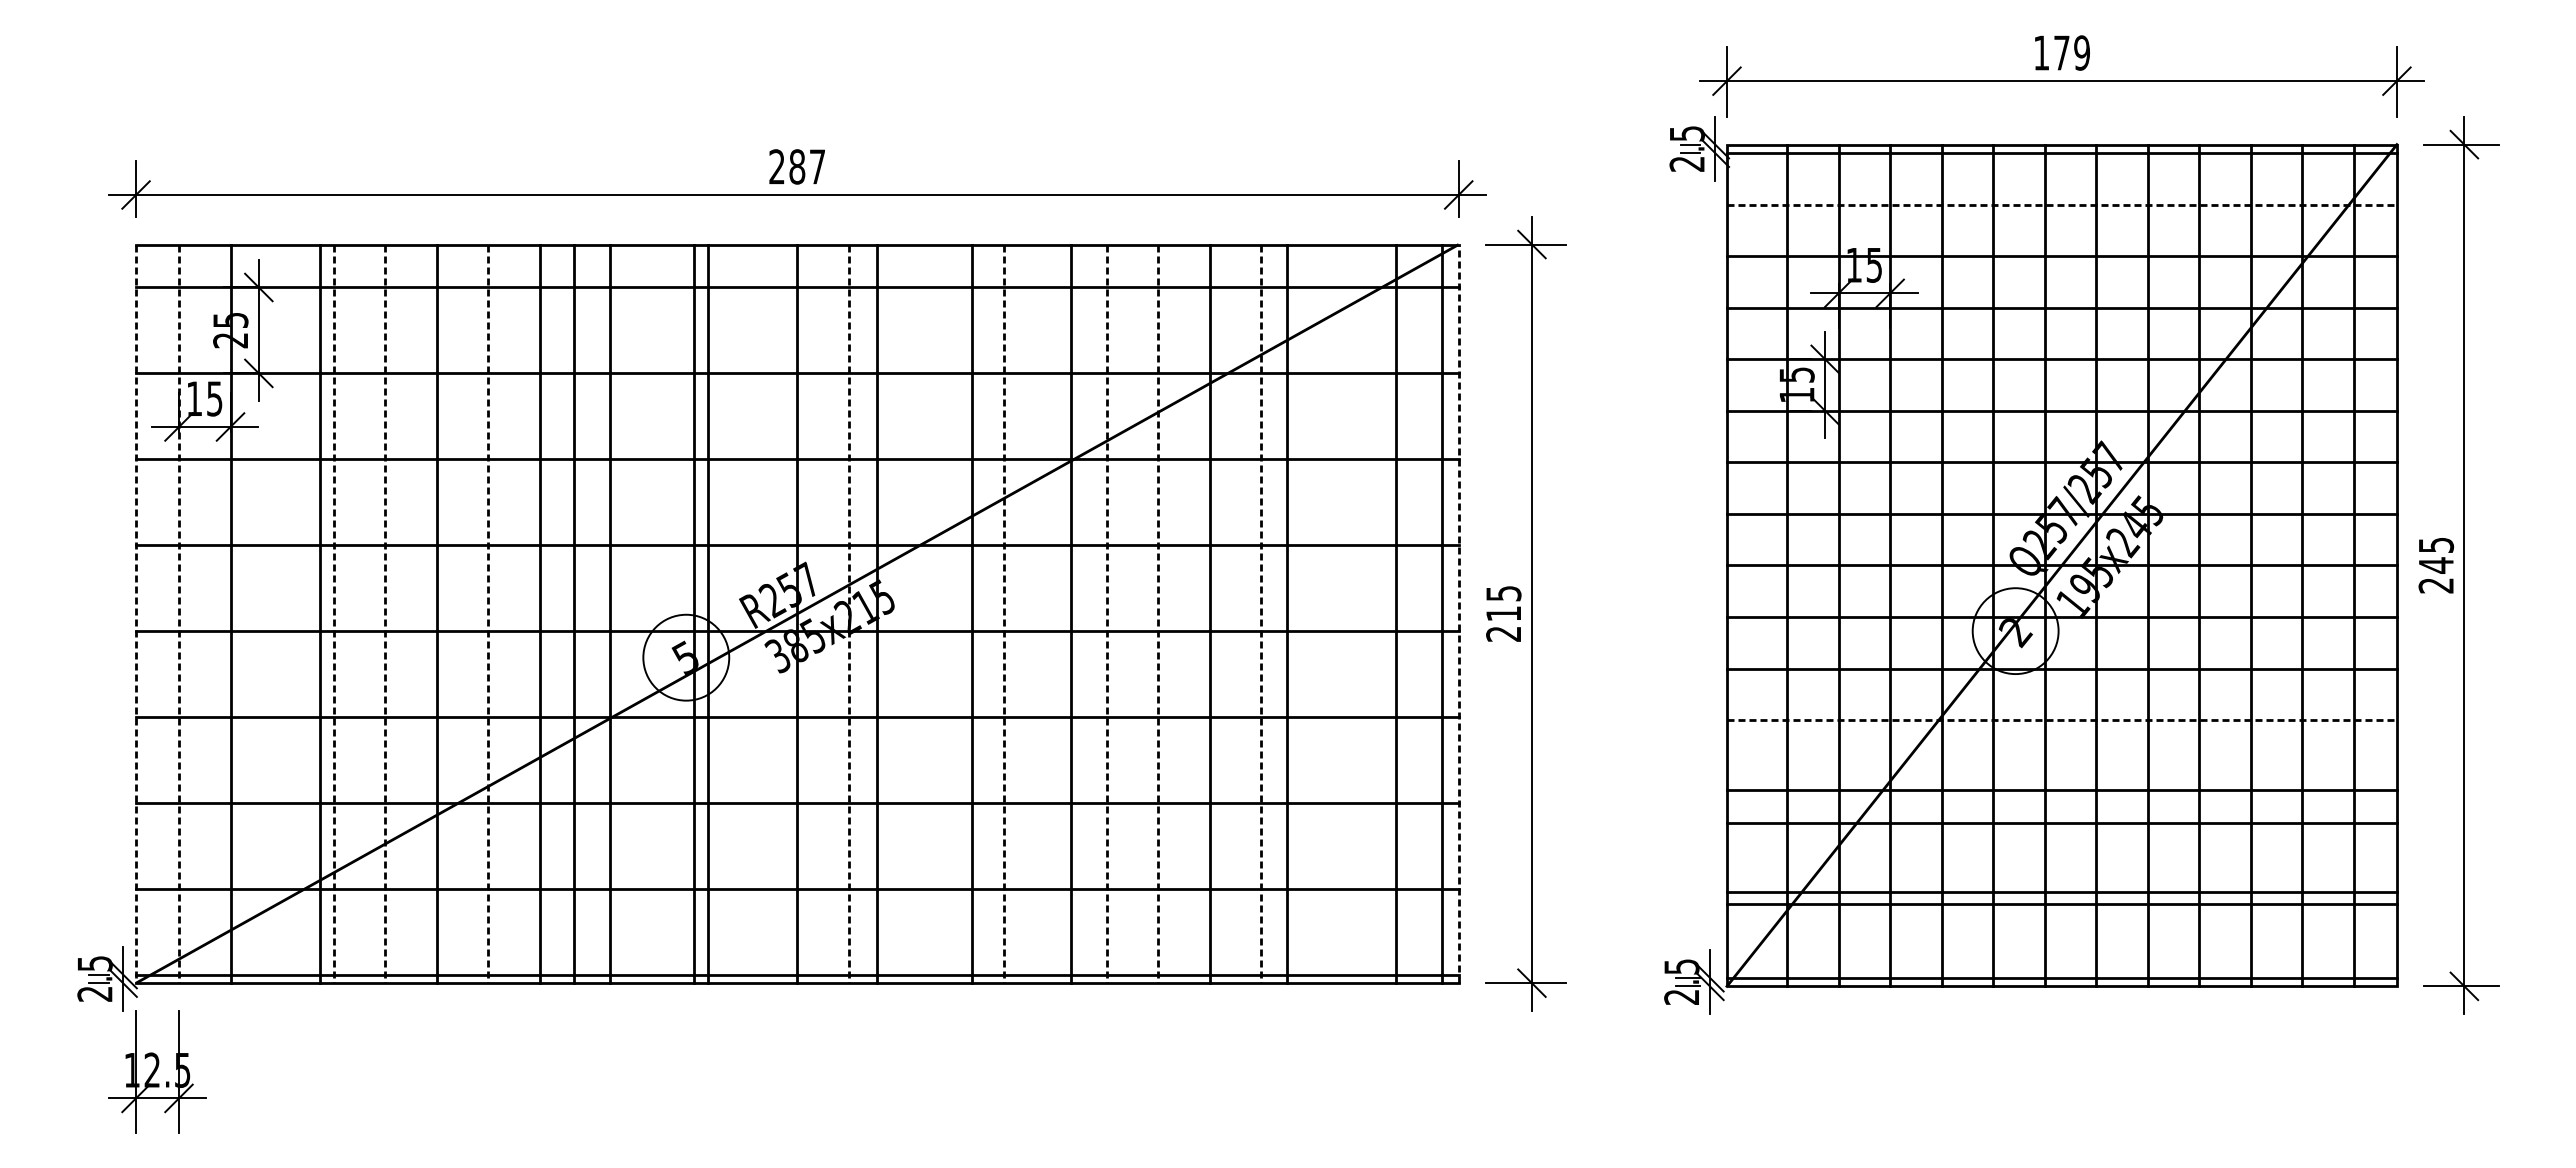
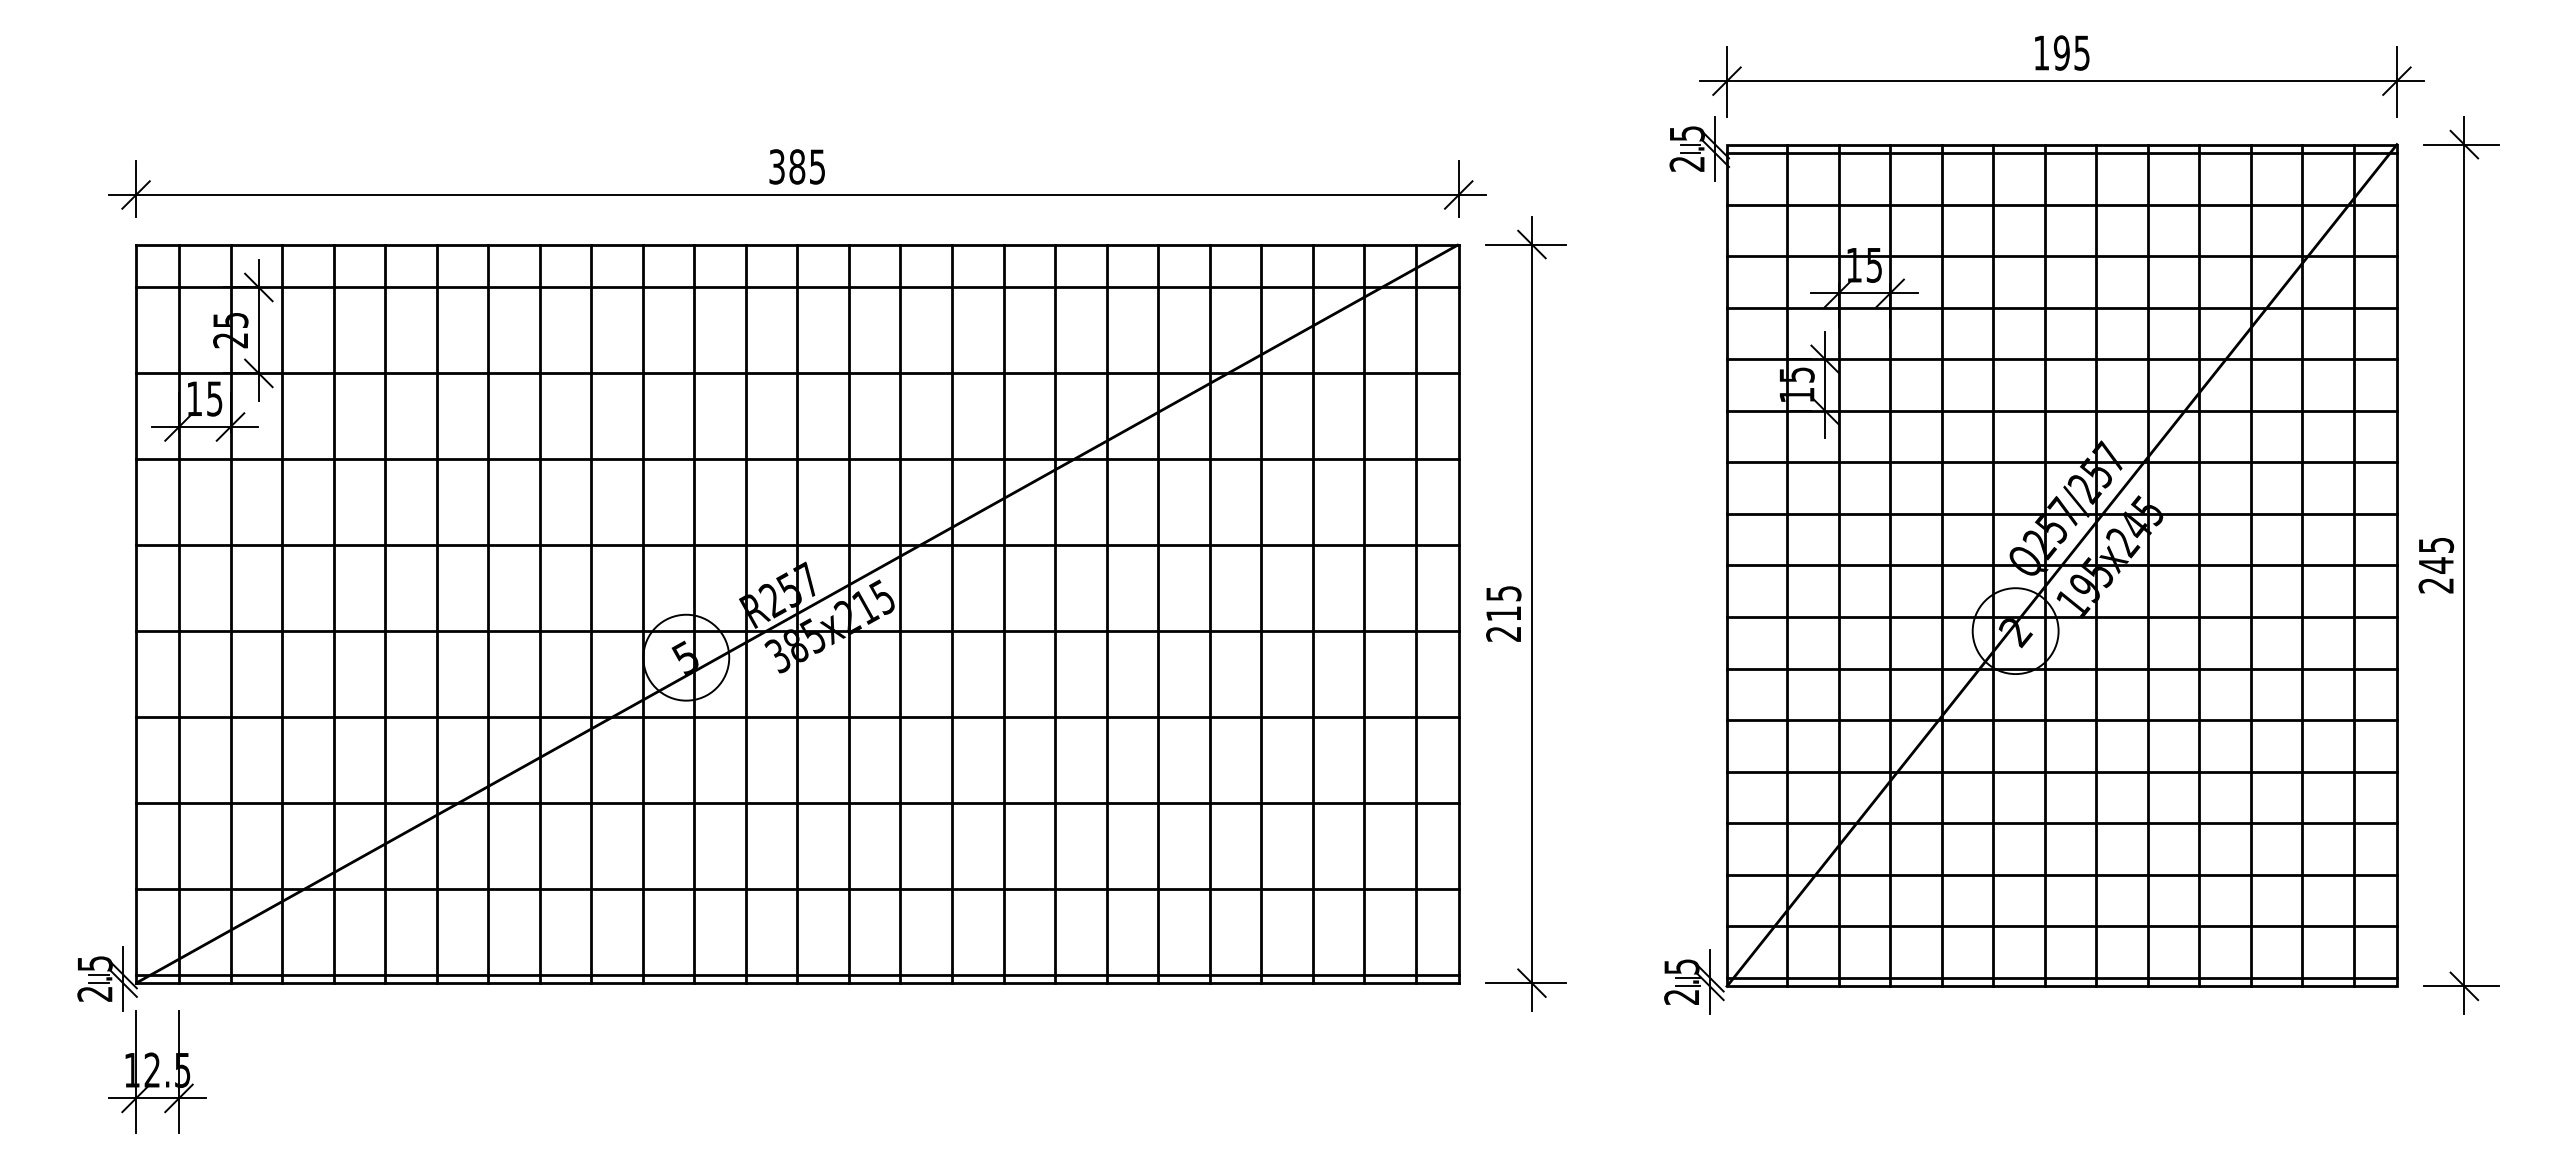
text at (2071, 52): 179 -> 195
text at (796, 166): 287 -> 385
line at (2061, 204): dashed -> solid
line at (320, 613) position: (320, 613) -> (282, 613)
line at (574, 613) position: (574, 613) -> (591, 613)
line at (609, 613) position: (609, 613) -> (642, 613)
line at (707, 613) position: (707, 613) -> (745, 613)
line at (877, 613) position: (877, 613) -> (900, 613)
line at (972, 613) position: (972, 613) -> (952, 613)
line at (1071, 613) position: (1071, 613) -> (1055, 613)
line at (1286, 613) position: (1286, 613) -> (1312, 613)
line at (1396, 613) position: (1396, 613) -> (1364, 613)
line at (1441, 613) position: (1441, 613) -> (1415, 613)
line at (1458, 613): dashed -> solid
line at (136, 614): dashed -> solid
line at (179, 614): dashed -> solid
line at (333, 614): dashed -> solid
line at (385, 614): dashed -> solid
line at (488, 614): dashed -> solid
line at (848, 614): dashed -> solid
line at (1003, 614): dashed -> solid
line at (1106, 614): dashed -> solid
line at (1158, 614): dashed -> solid
line at (1261, 614): dashed -> solid
line at (2061, 720): dashed -> solid
line at (2061, 789) position: (2061, 789) -> (2061, 771)
line at (2061, 891) position: (2061, 891) -> (2061, 874)
line at (2061, 904) position: (2061, 904) -> (2061, 926)
